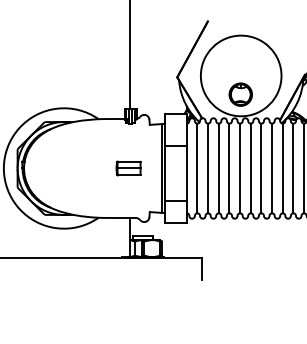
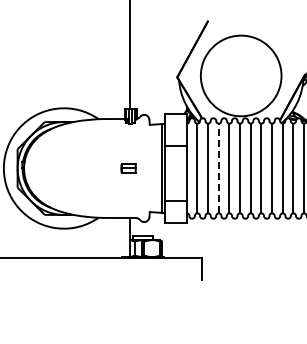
part at (240, 94): present -> none
part at (128, 168) size: 27x17 px -> 17x11 px
line at (218, 168): solid -> dashed
